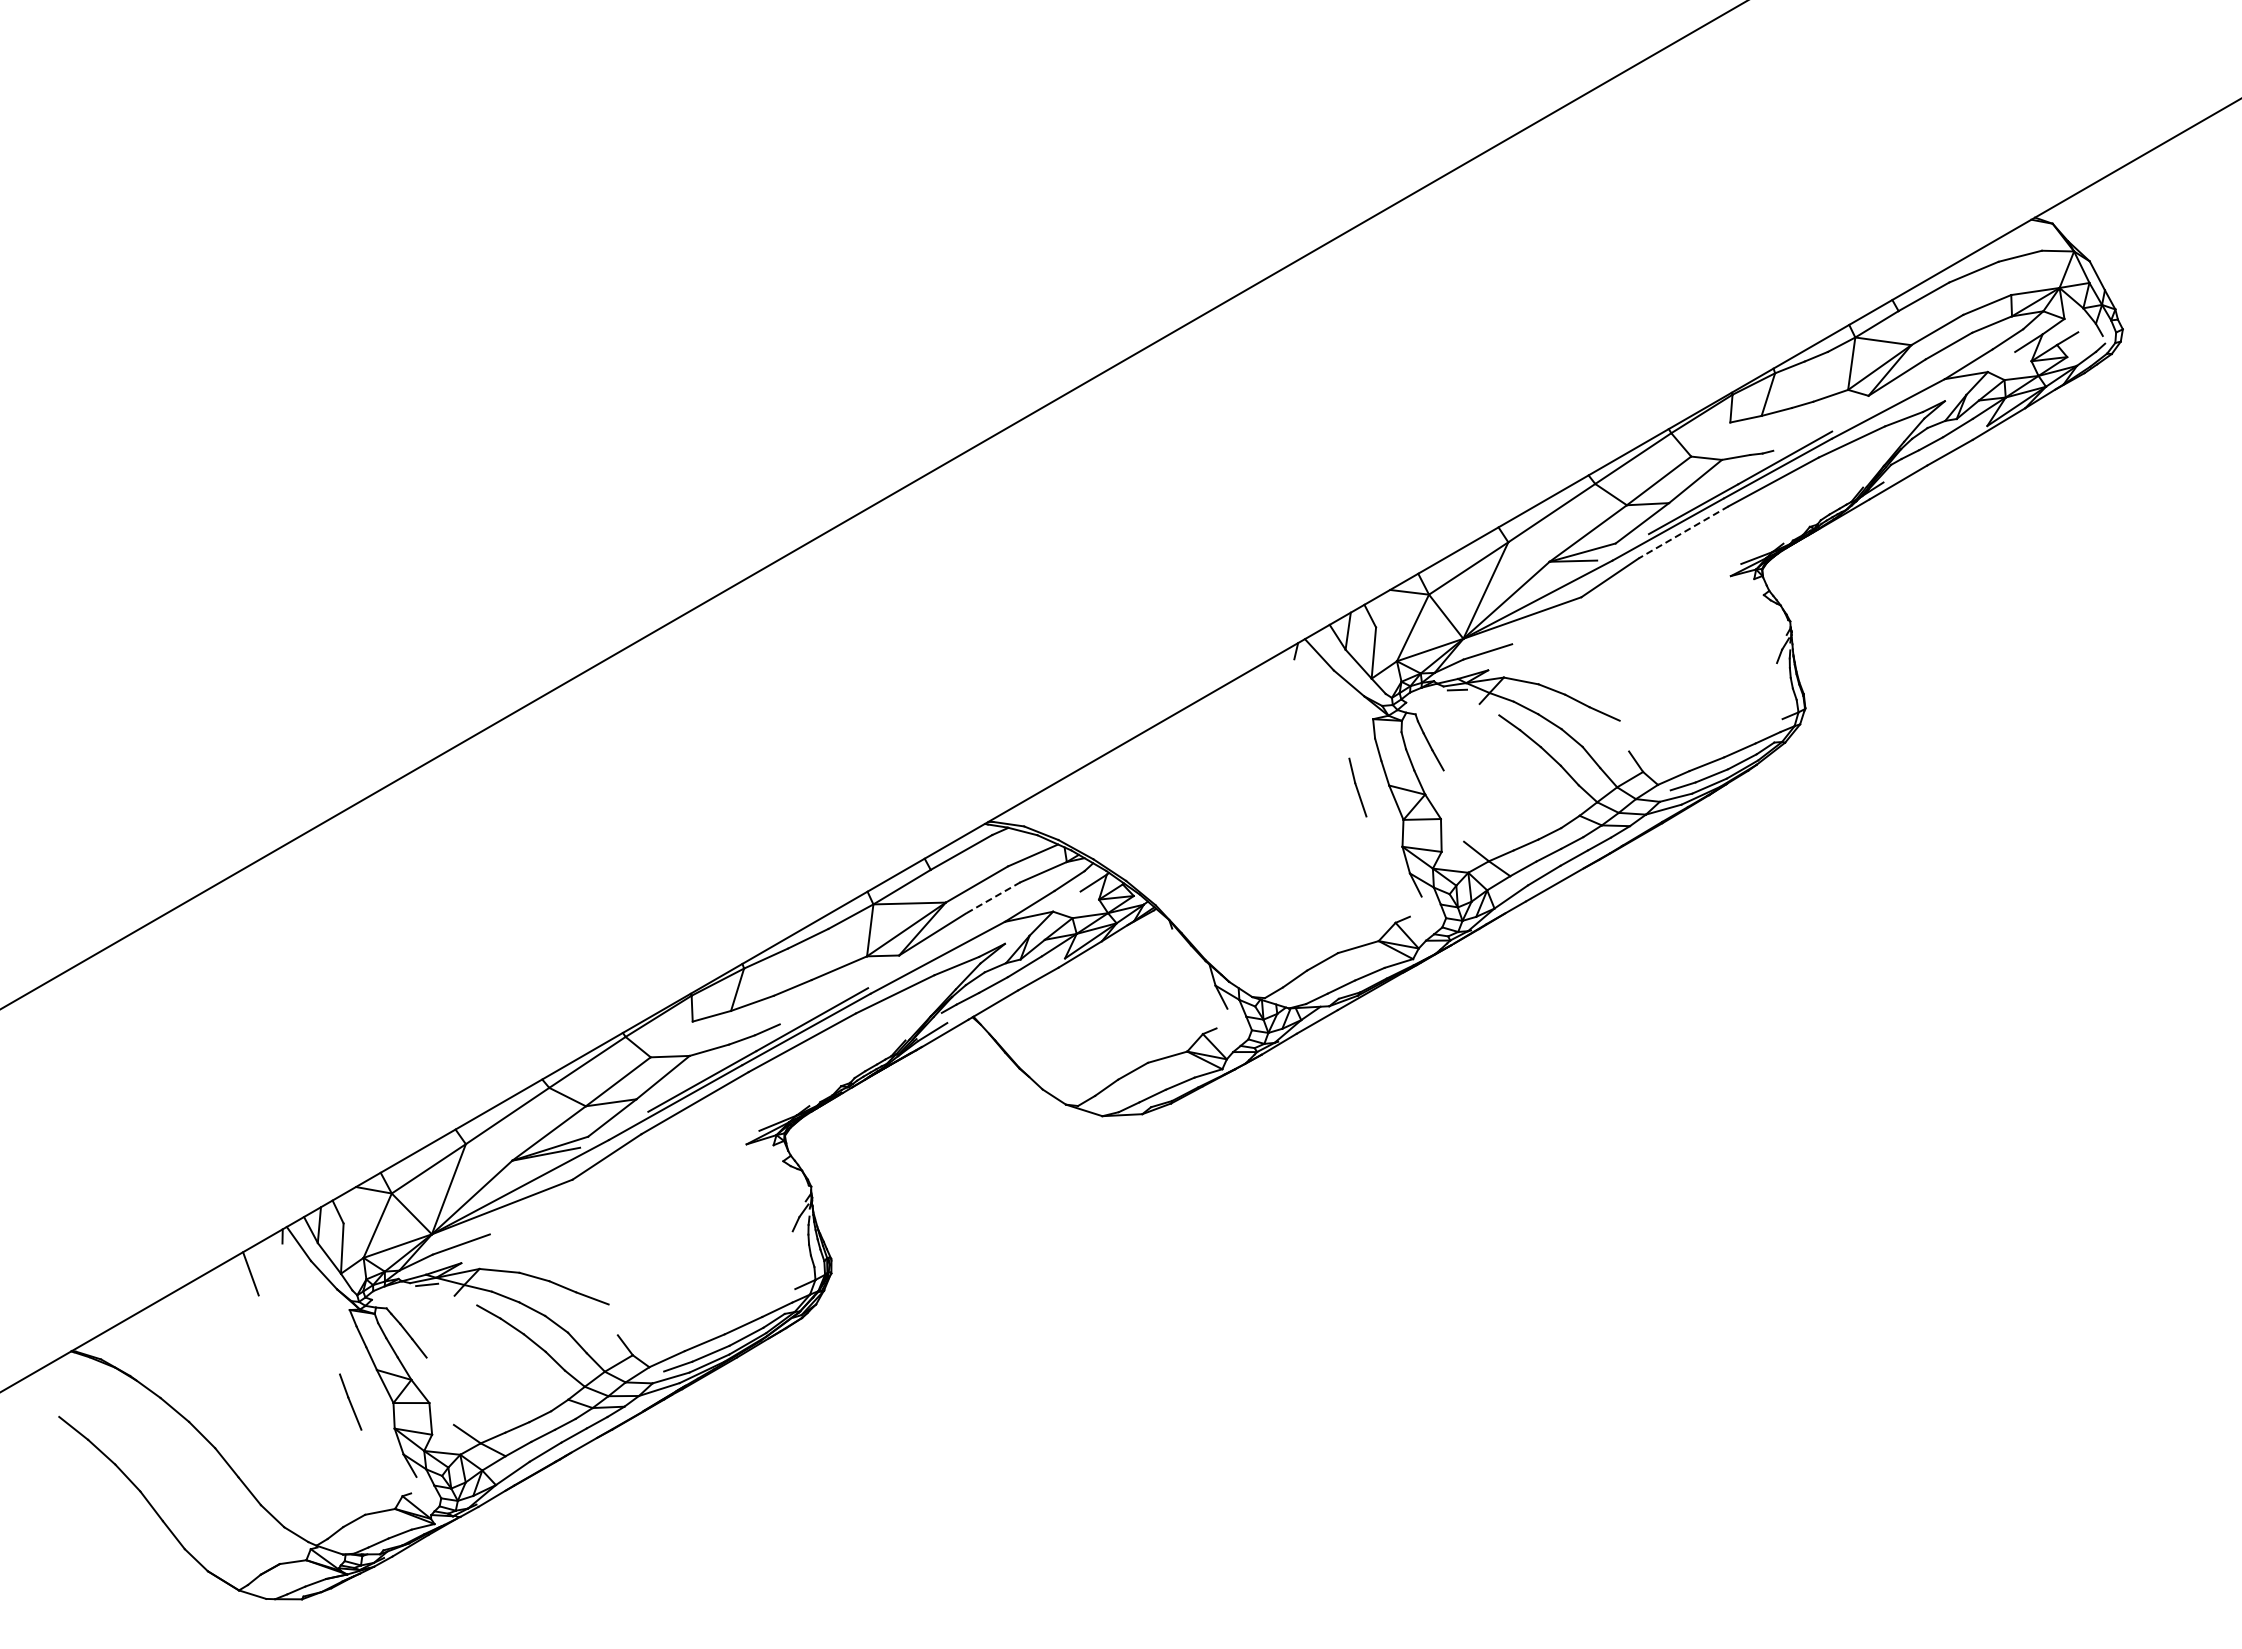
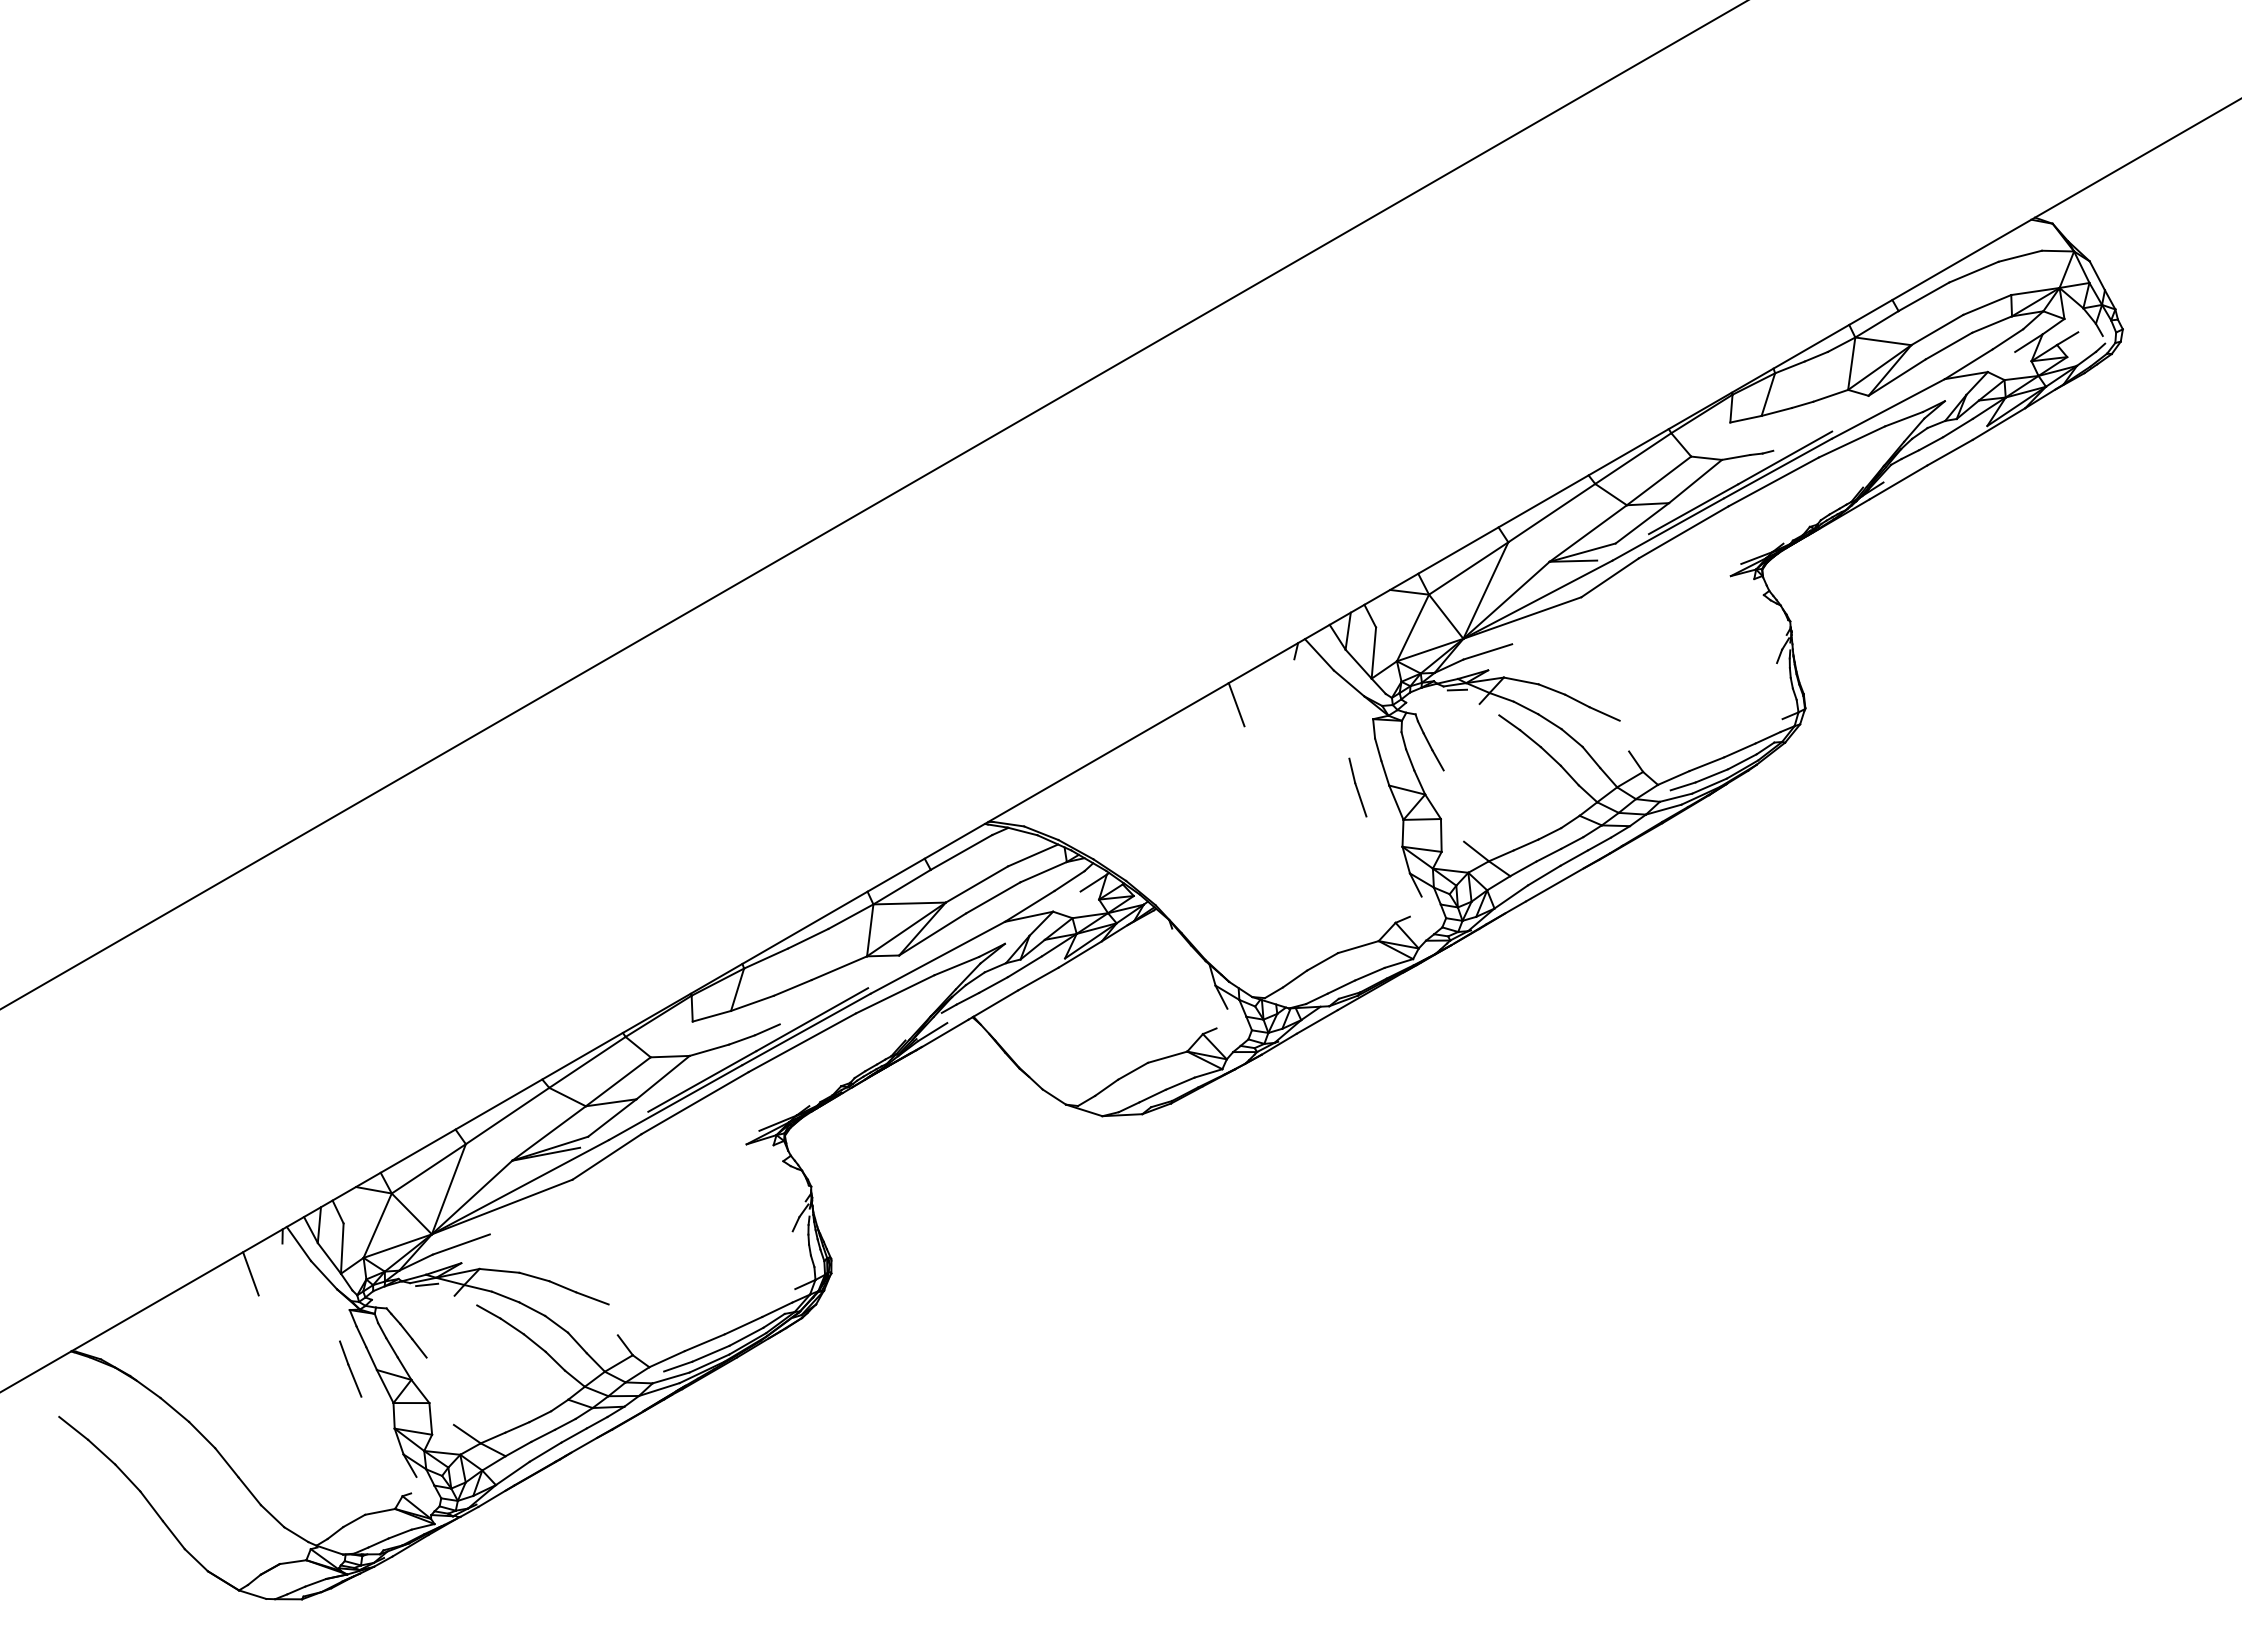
line at (1683, 532): dashed -> solid
line at (1236, 704): none -> present
line at (992, 898): dashed -> solid
line at (350, 1401) position: (350, 1401) -> (350, 1368)
